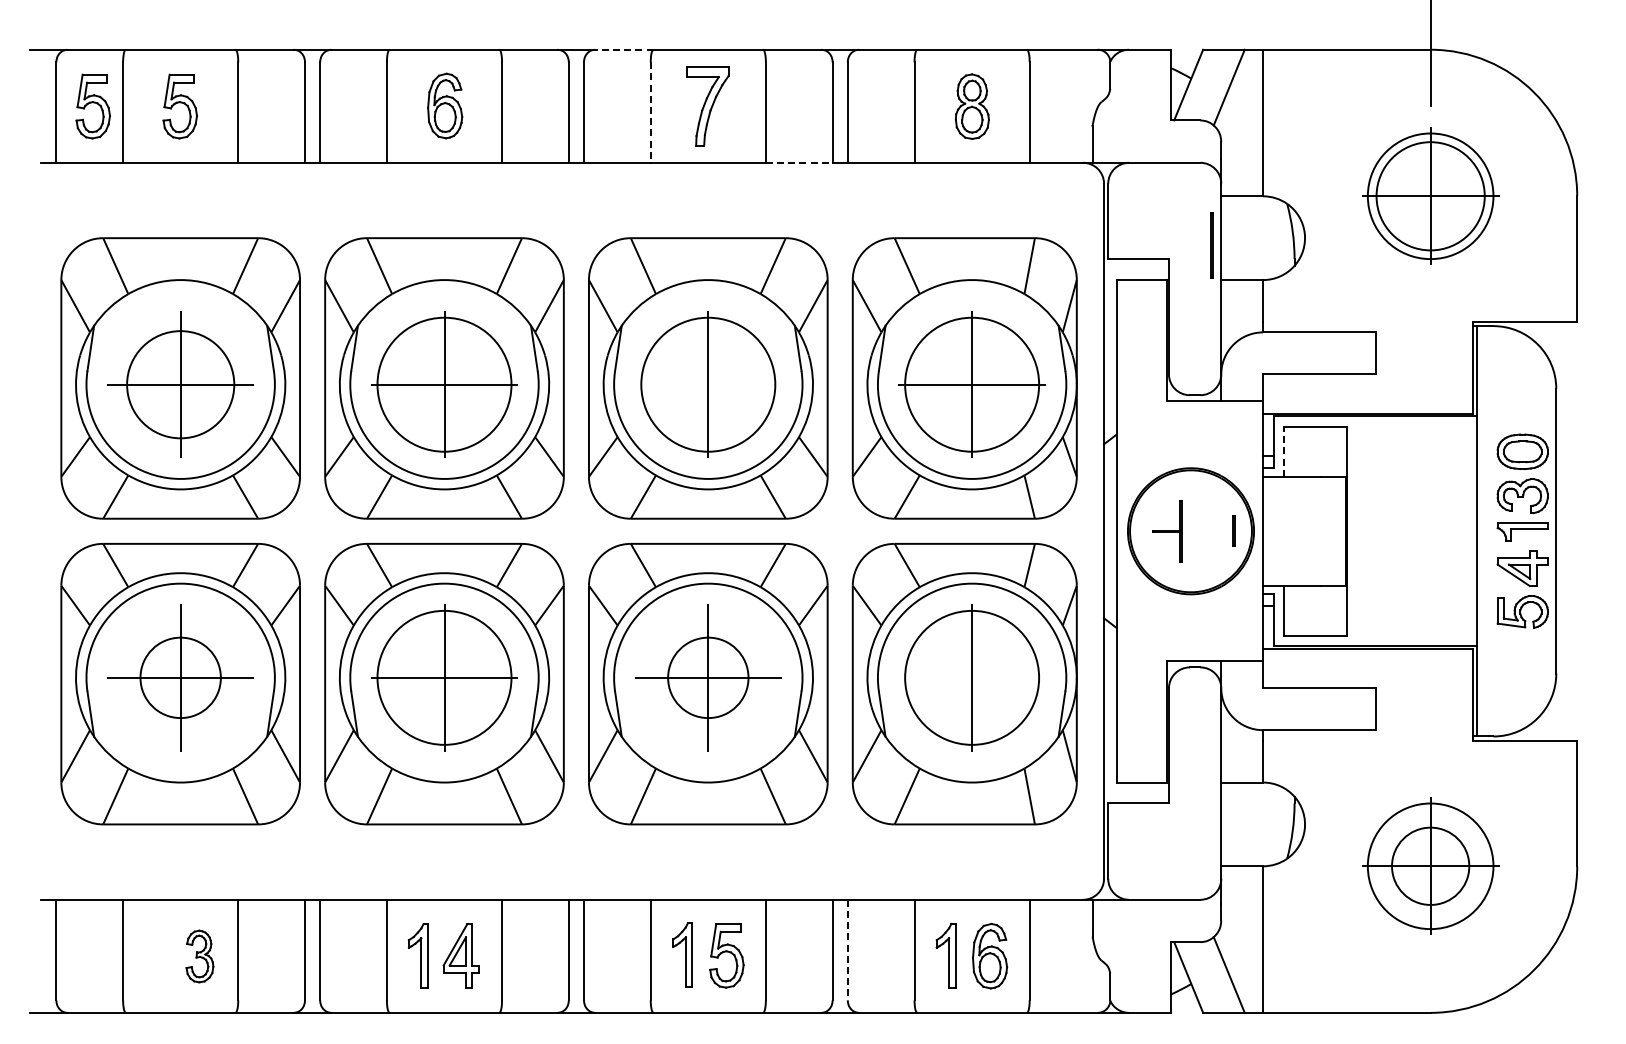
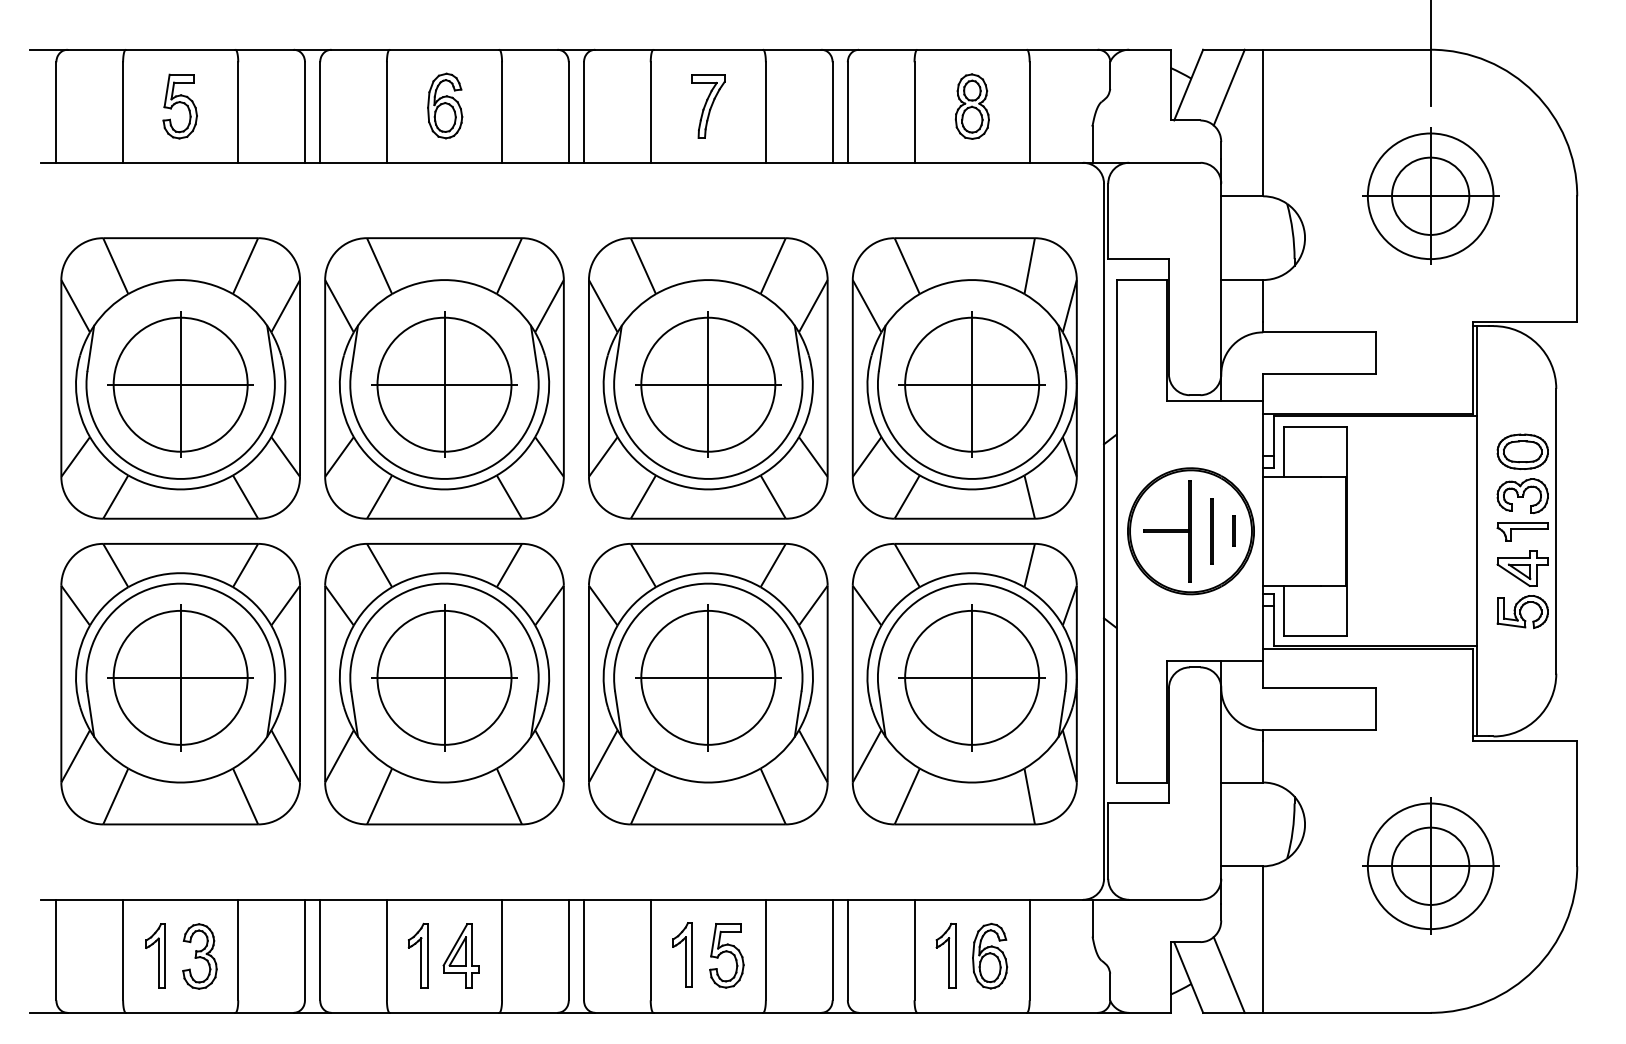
line at (623, 49): dashed -> solid
part at (92, 106): present -> none
part at (707, 106) size: 44x81 px -> 35x65 px
line at (650, 113): dashed -> solid
line at (799, 162): dashed -> solid
circle at (1430, 196) diameter: 108 px -> 77 px
line at (1211, 245) position: (1211, 245) -> (1211, 531)
circle at (180, 384) diameter: 107 px -> 134 px
line at (708, 384): none -> present
line at (1284, 451): dashed -> solid
part at (1167, 531) size: 31x63 px -> 49x103 px
circle at (180, 677) diameter: 80 px -> 134 px
circle at (708, 677) diameter: 80 px -> 134 px
line at (971, 677): none -> present
line at (847, 950): dashed -> solid
part at (155, 955): none -> present
part at (199, 956) size: 30x55 px -> 36x67 px
